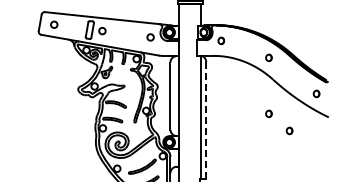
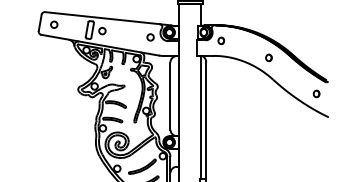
part at (268, 113): present -> none
line at (206, 122): dashed -> solid
part at (289, 130): present -> none
